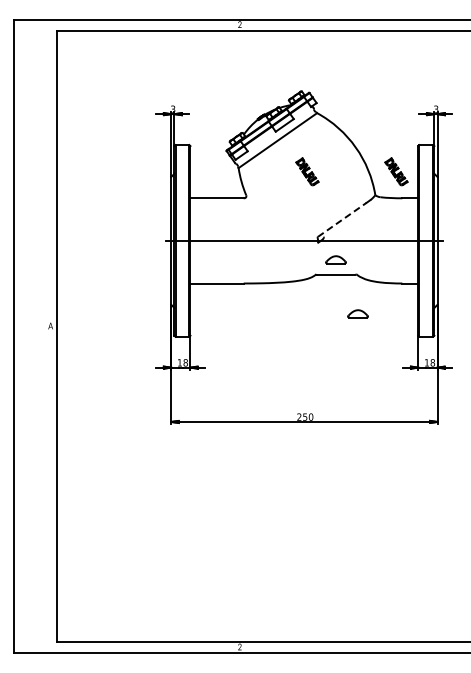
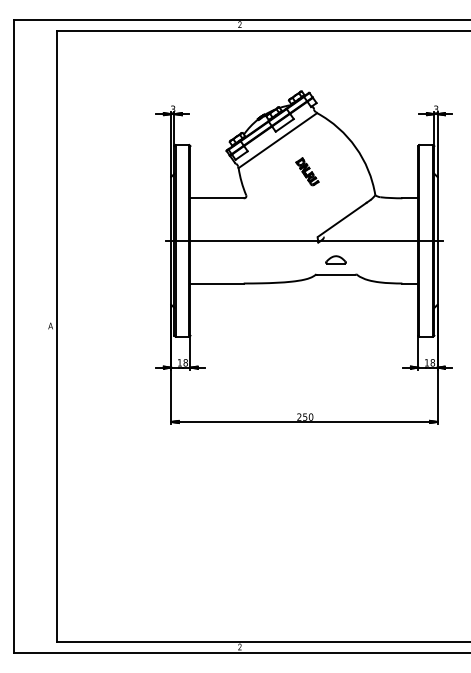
part at (396, 171): present -> none
line at (342, 219): dashed -> solid
part at (357, 313): present -> none
